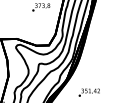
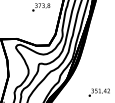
text at (88, 92) position: (88, 92) -> (98, 92)
